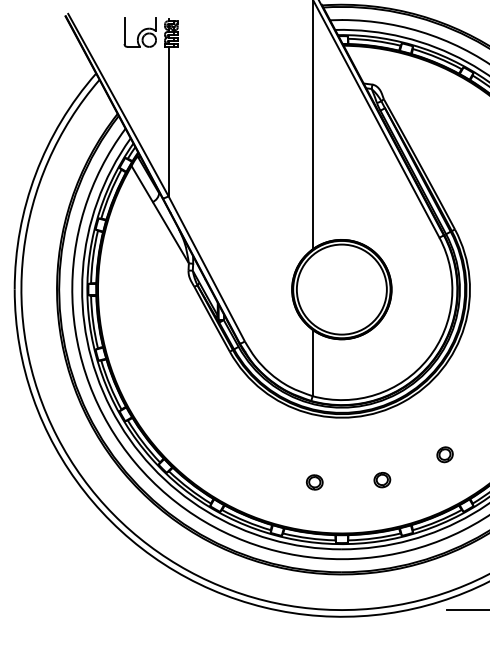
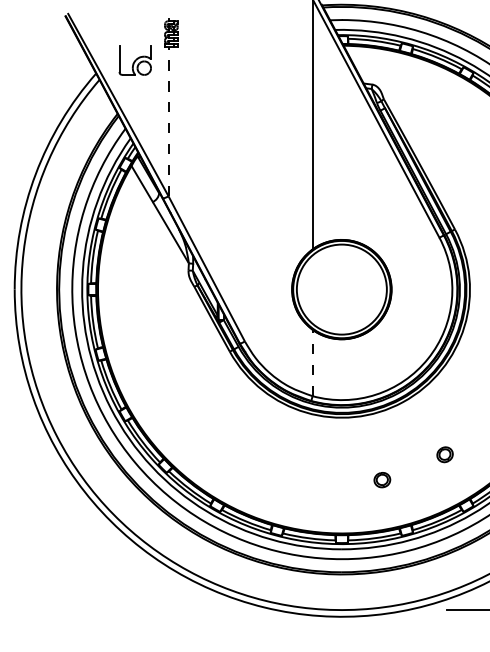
part at (139, 32) position: (139, 32) -> (134, 60)
line at (168, 121): solid -> dashed
line at (312, 362): solid -> dashed
part at (314, 482): present -> none
